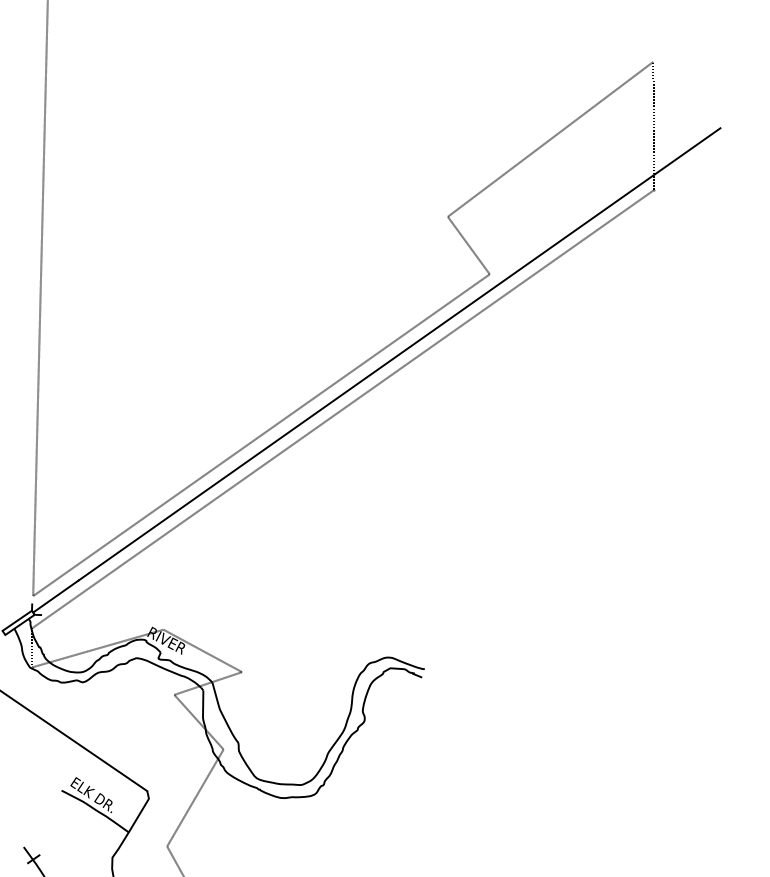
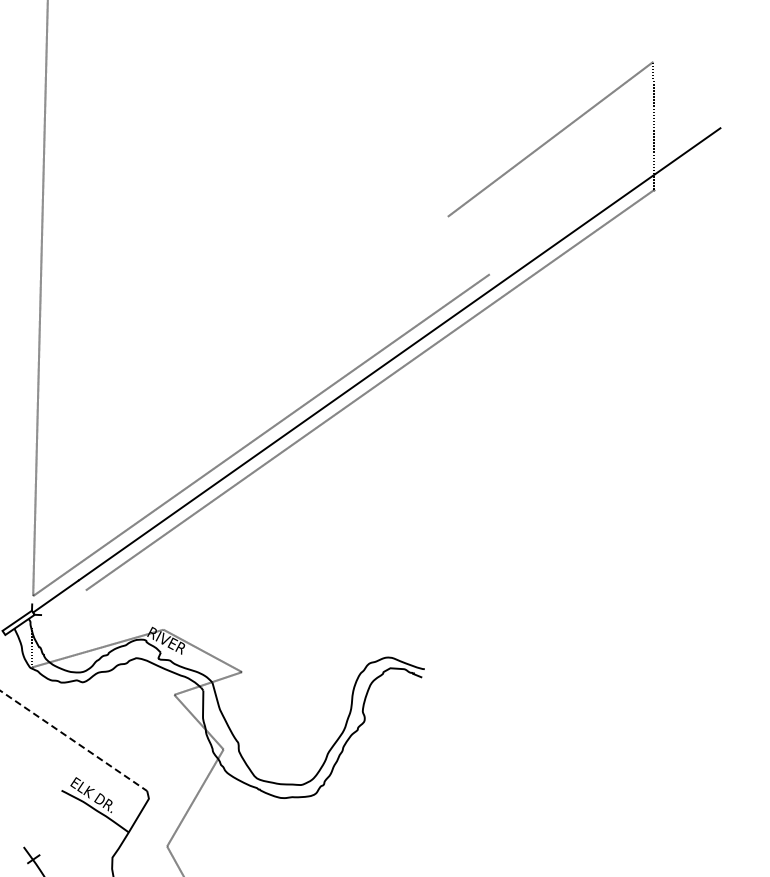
line at (468, 245): present -> none
line at (58, 609): present -> none
line at (73, 740): solid -> dashed
